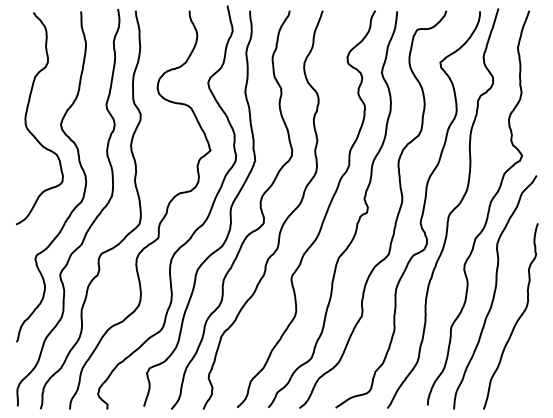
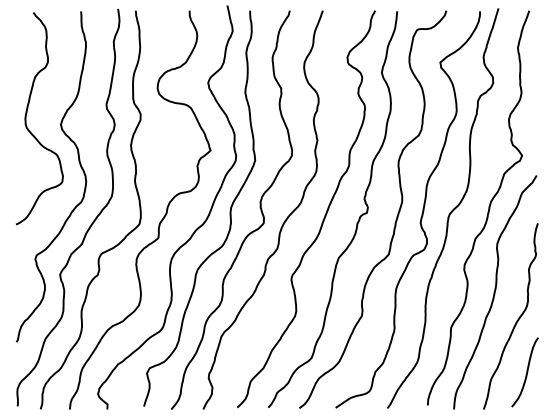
curve at (526, 372): none -> present
